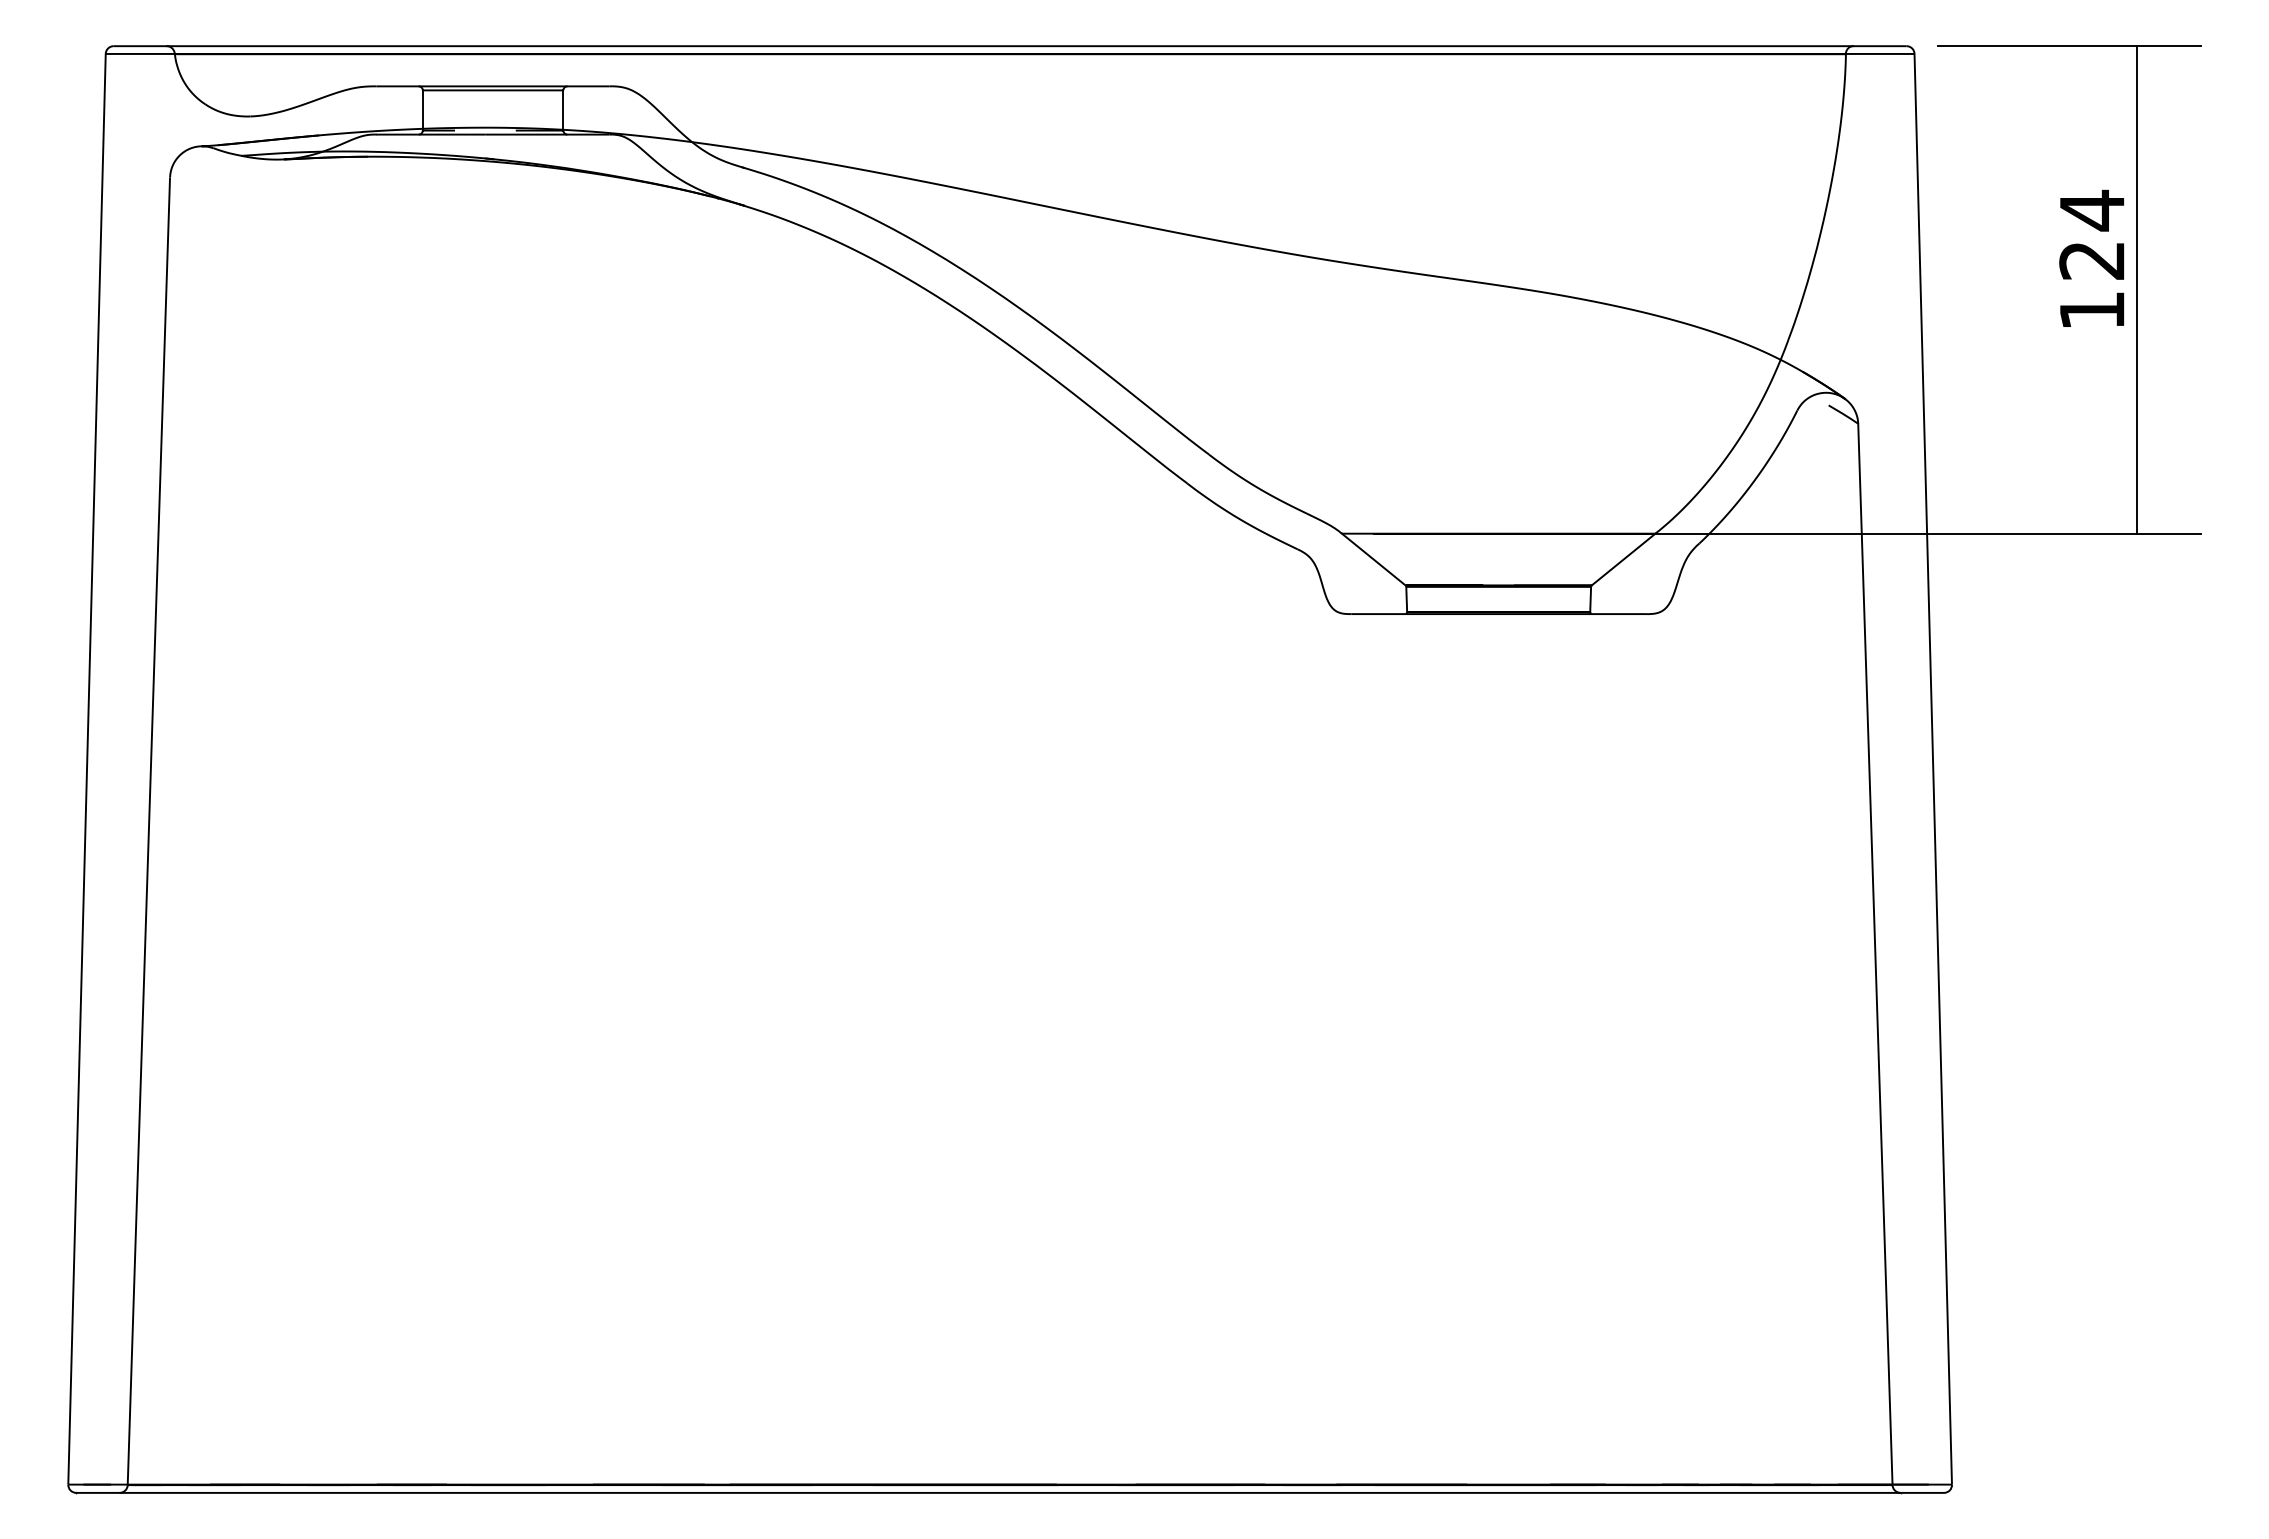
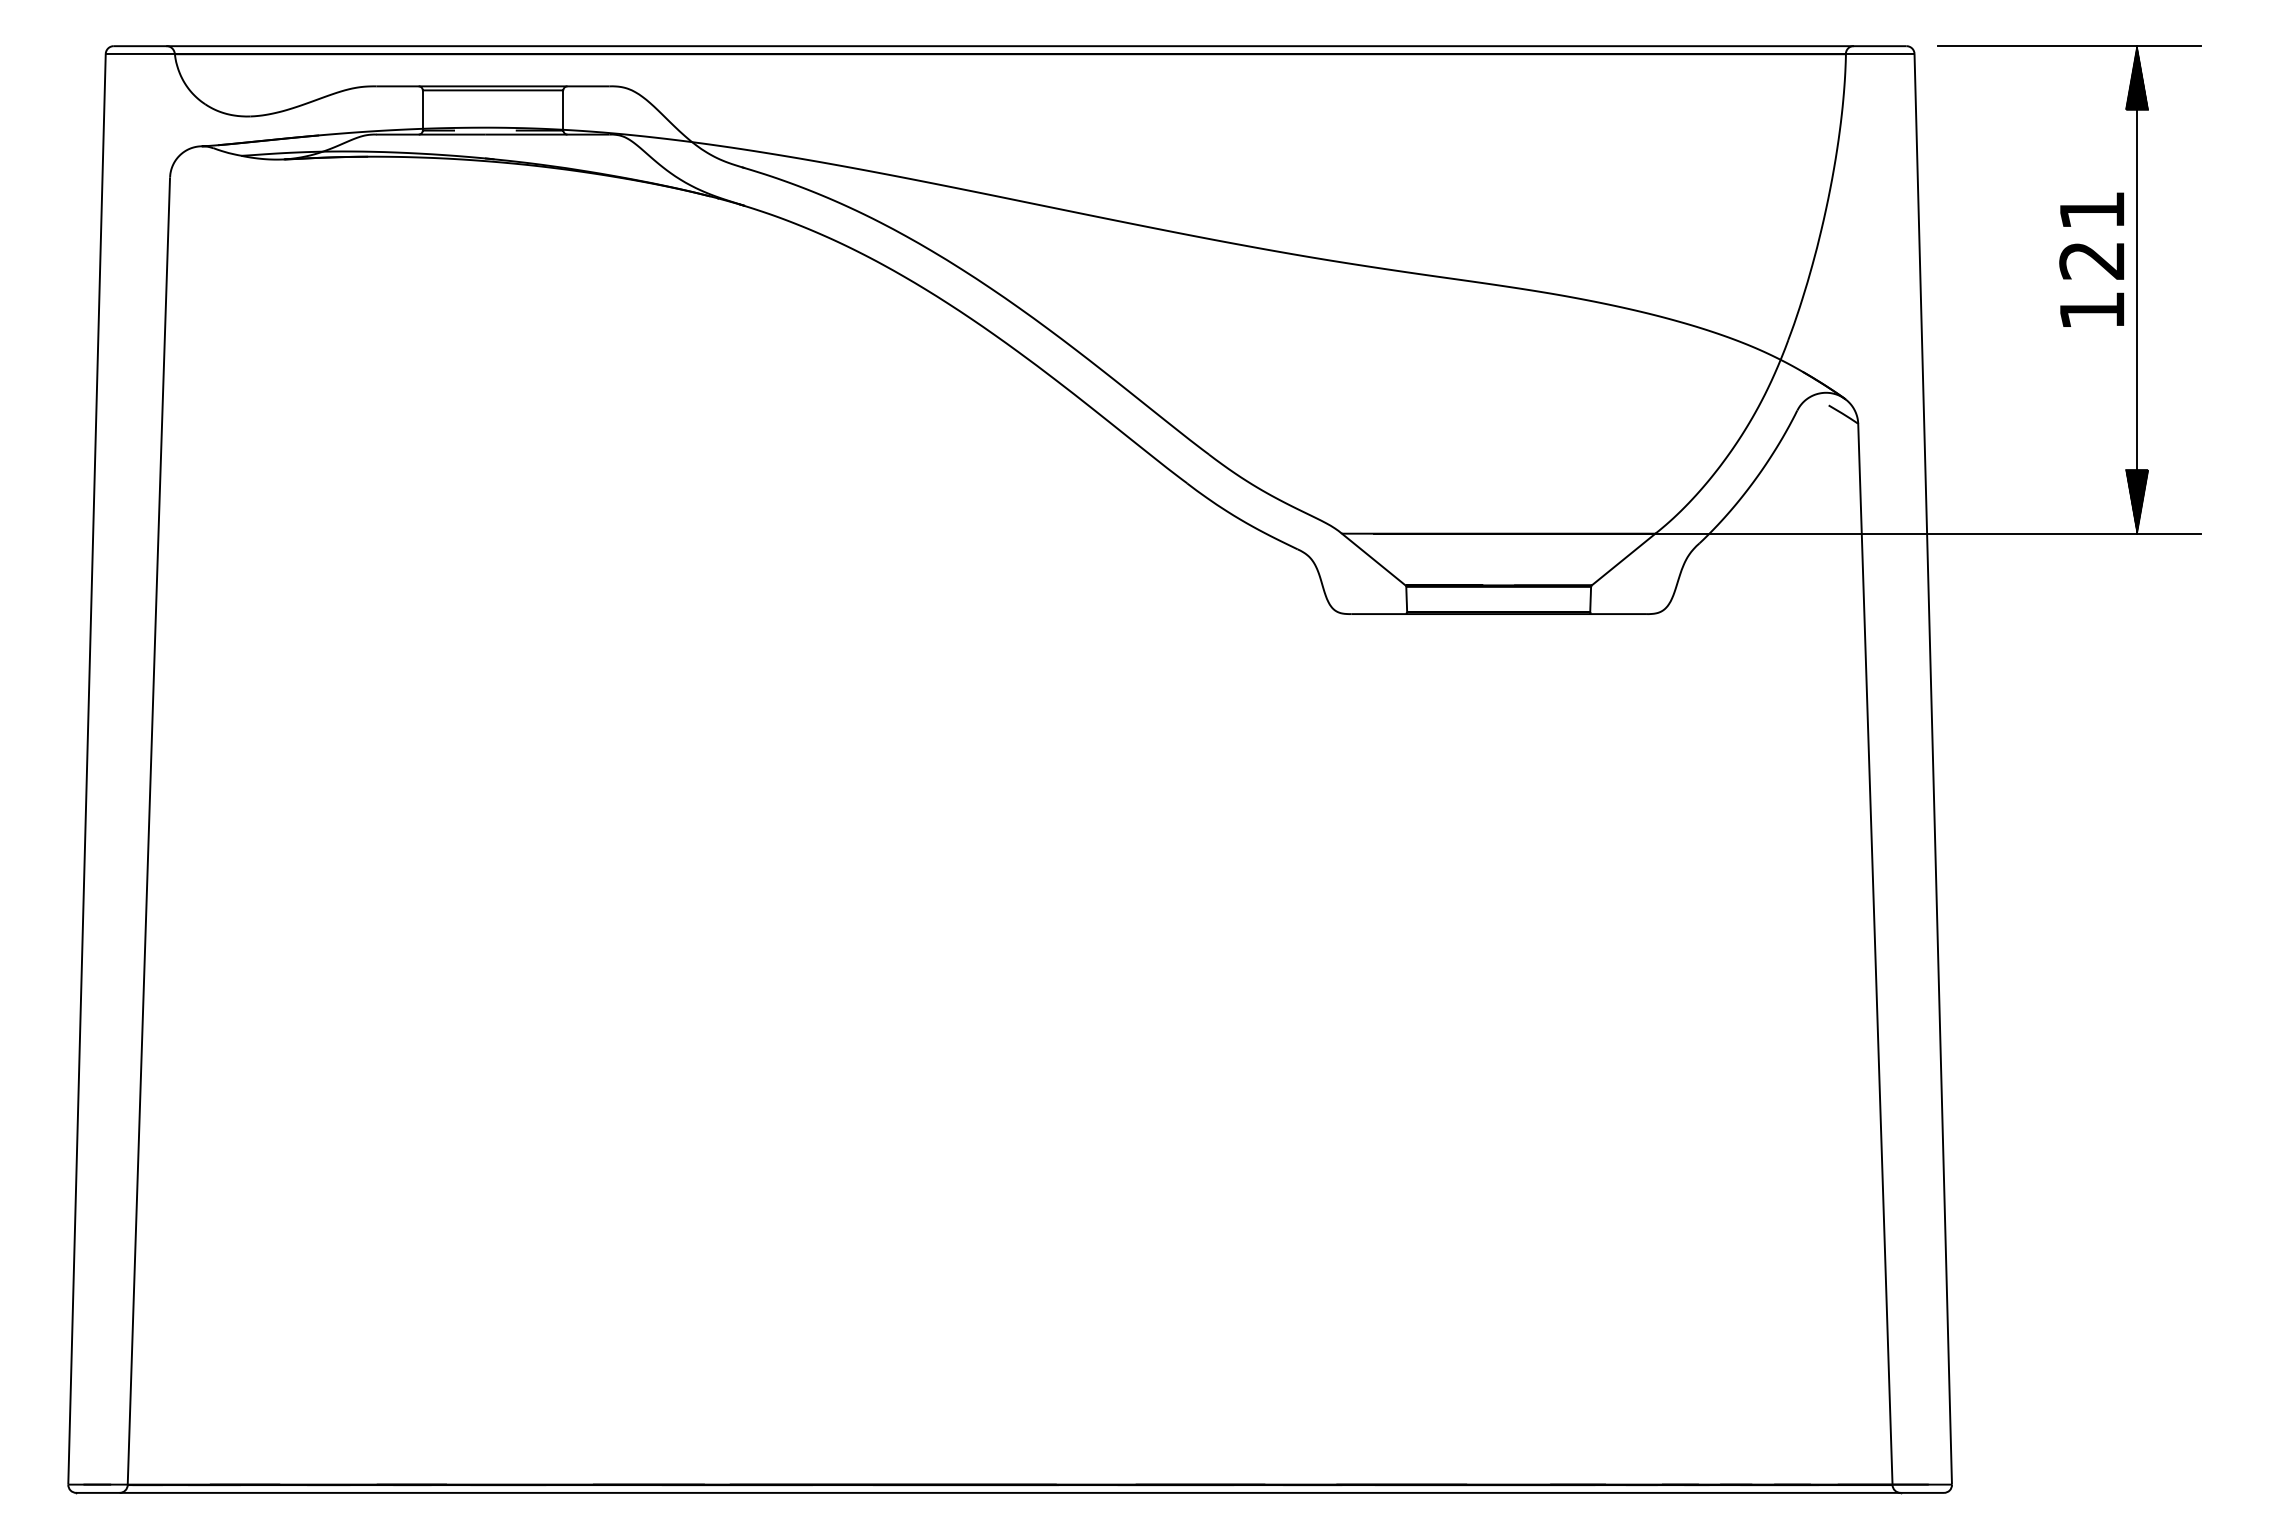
hatch at (2136, 77): none -> present
text at (2092, 210): 124 -> 121
hatch at (2136, 501): none -> present
